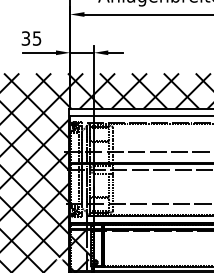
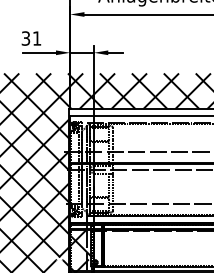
text at (37, 38): 35 -> 31
